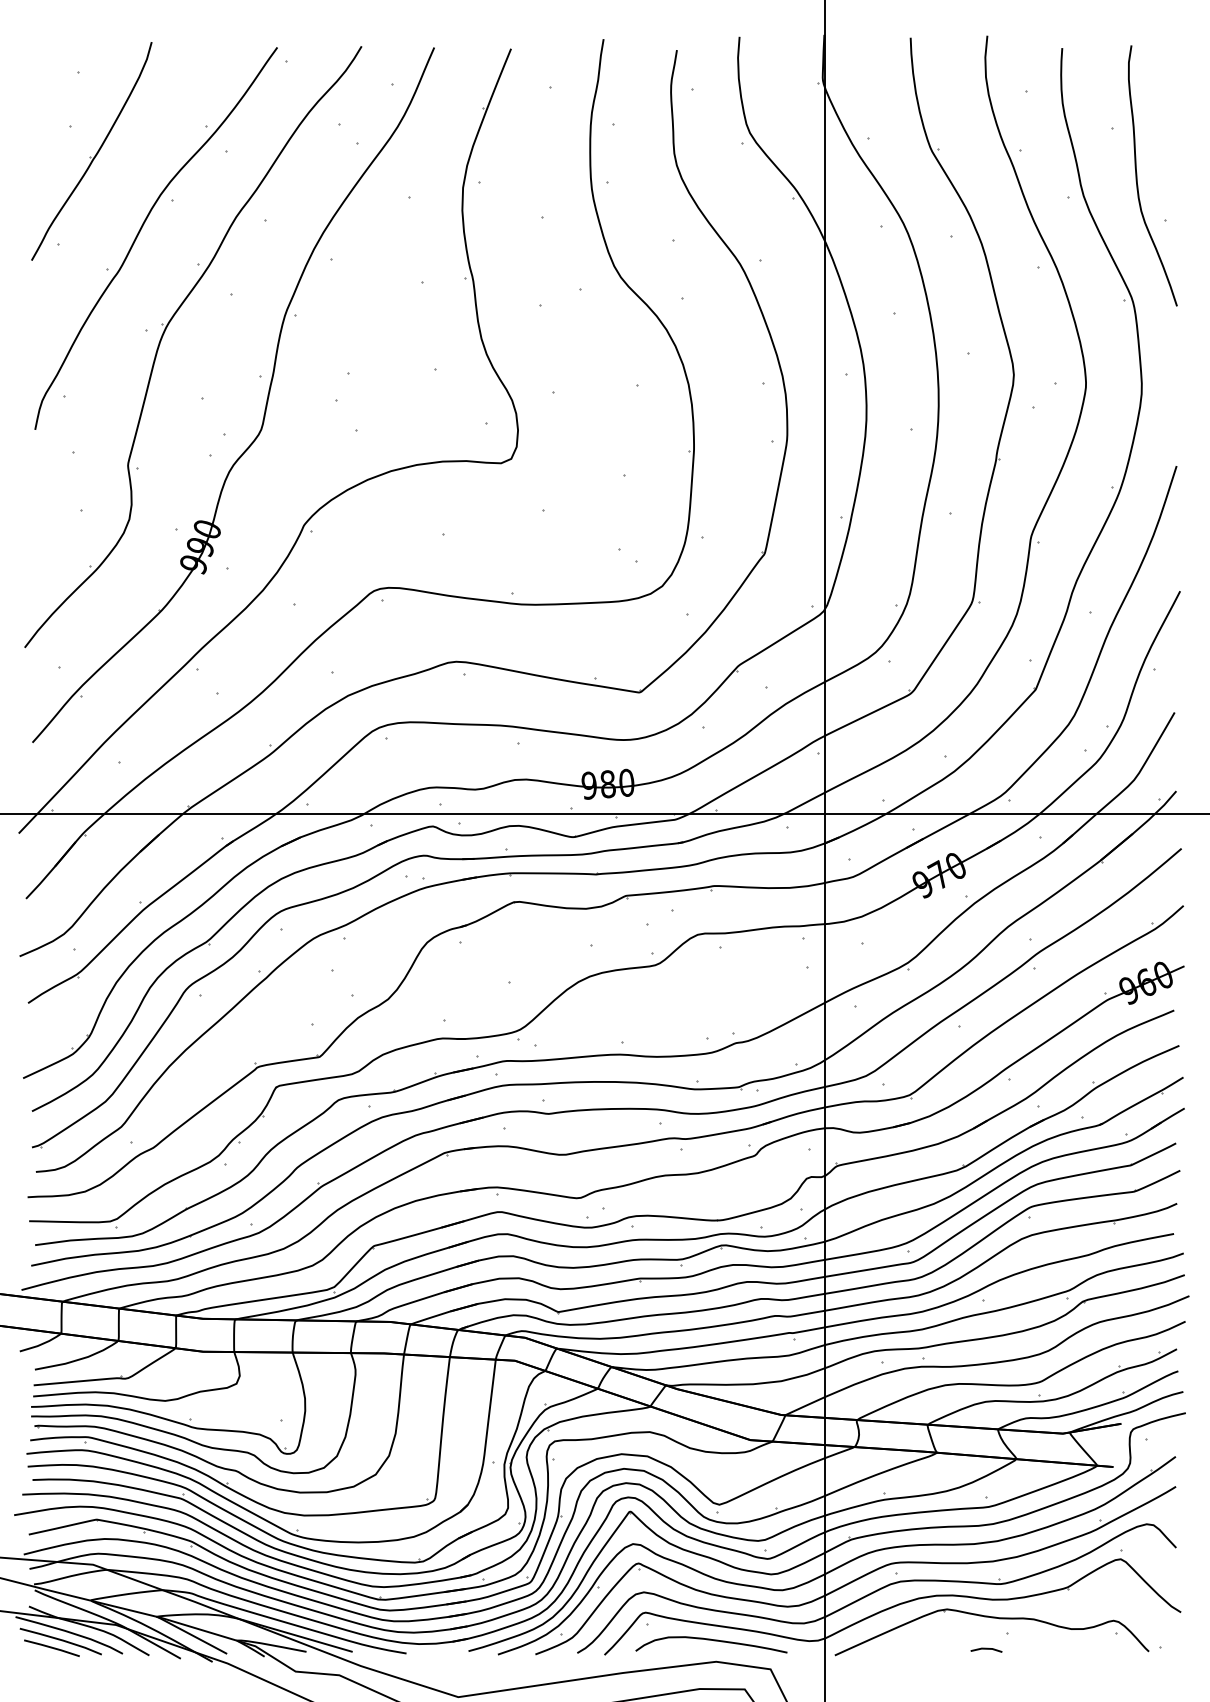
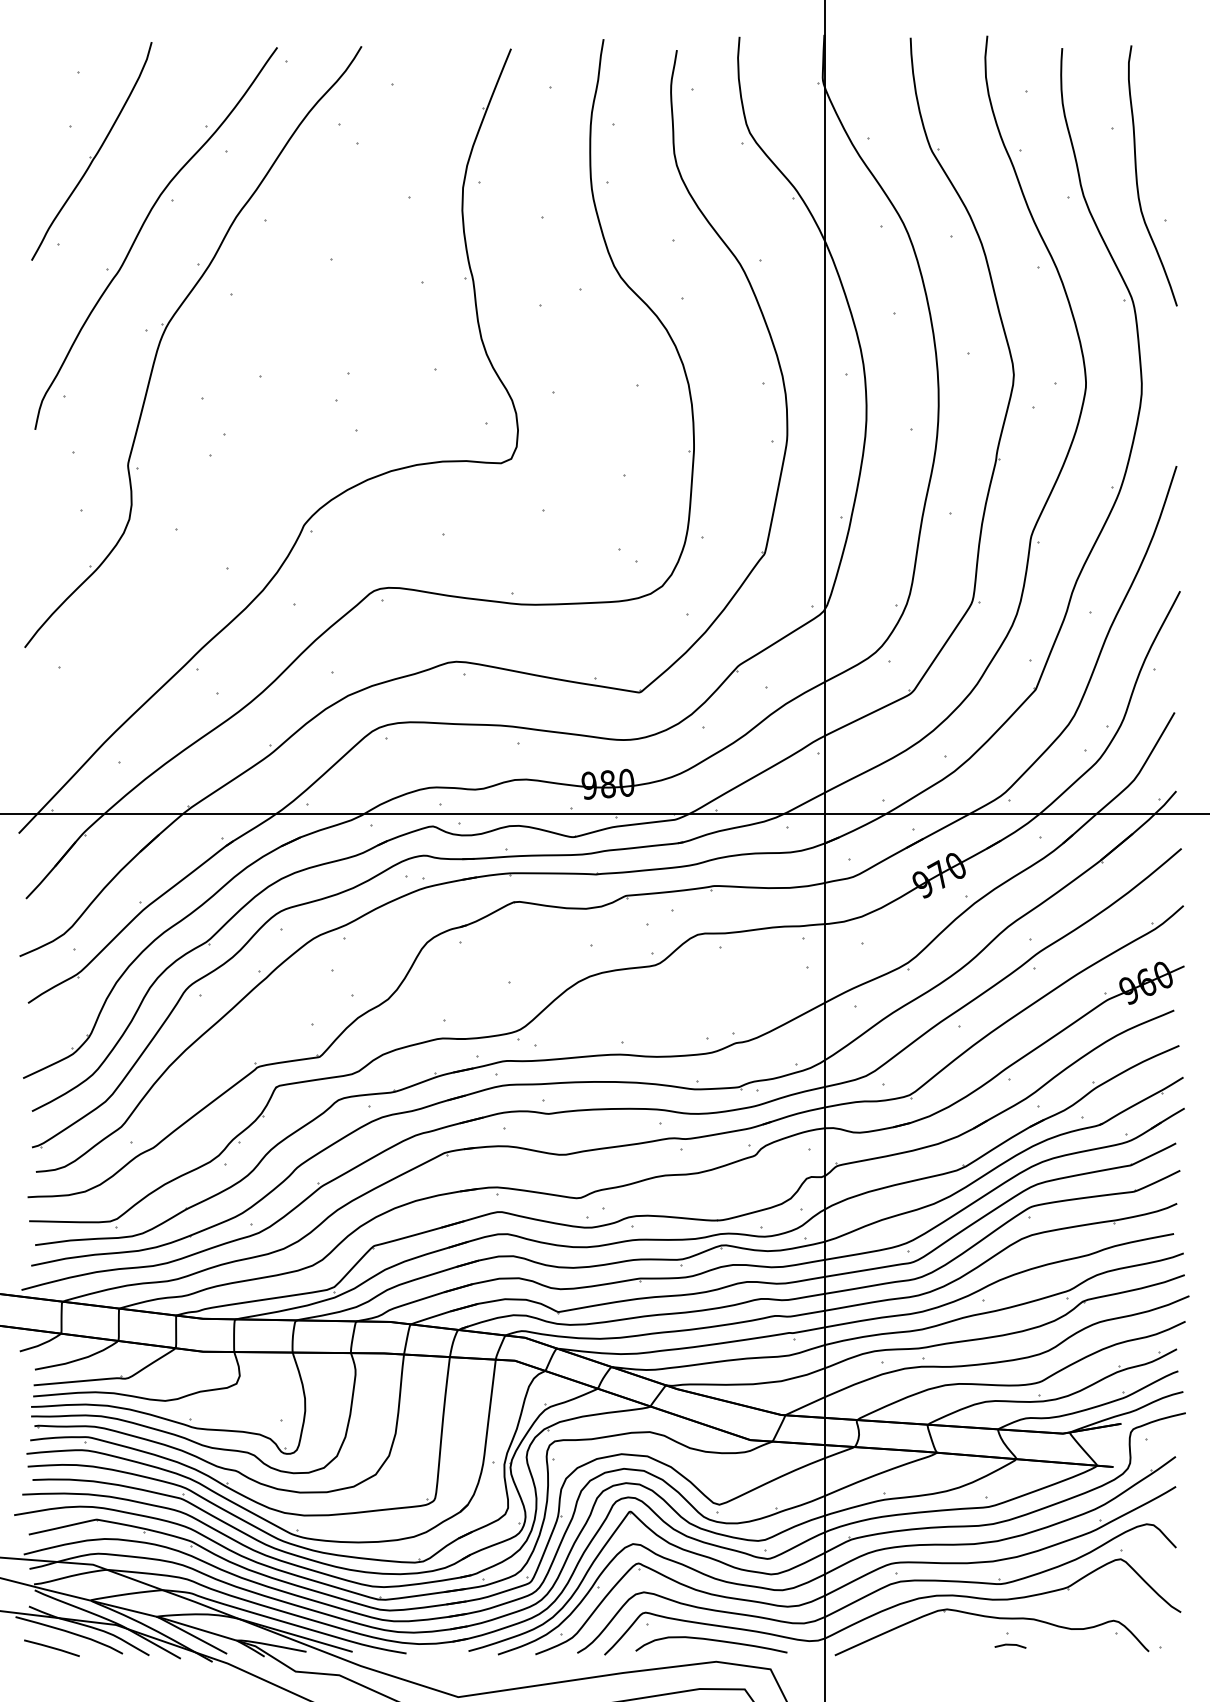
part at (266, 399): present -> none
line at (60, 1640): present -> none
line at (986, 1649) position: (986, 1649) -> (1010, 1645)
